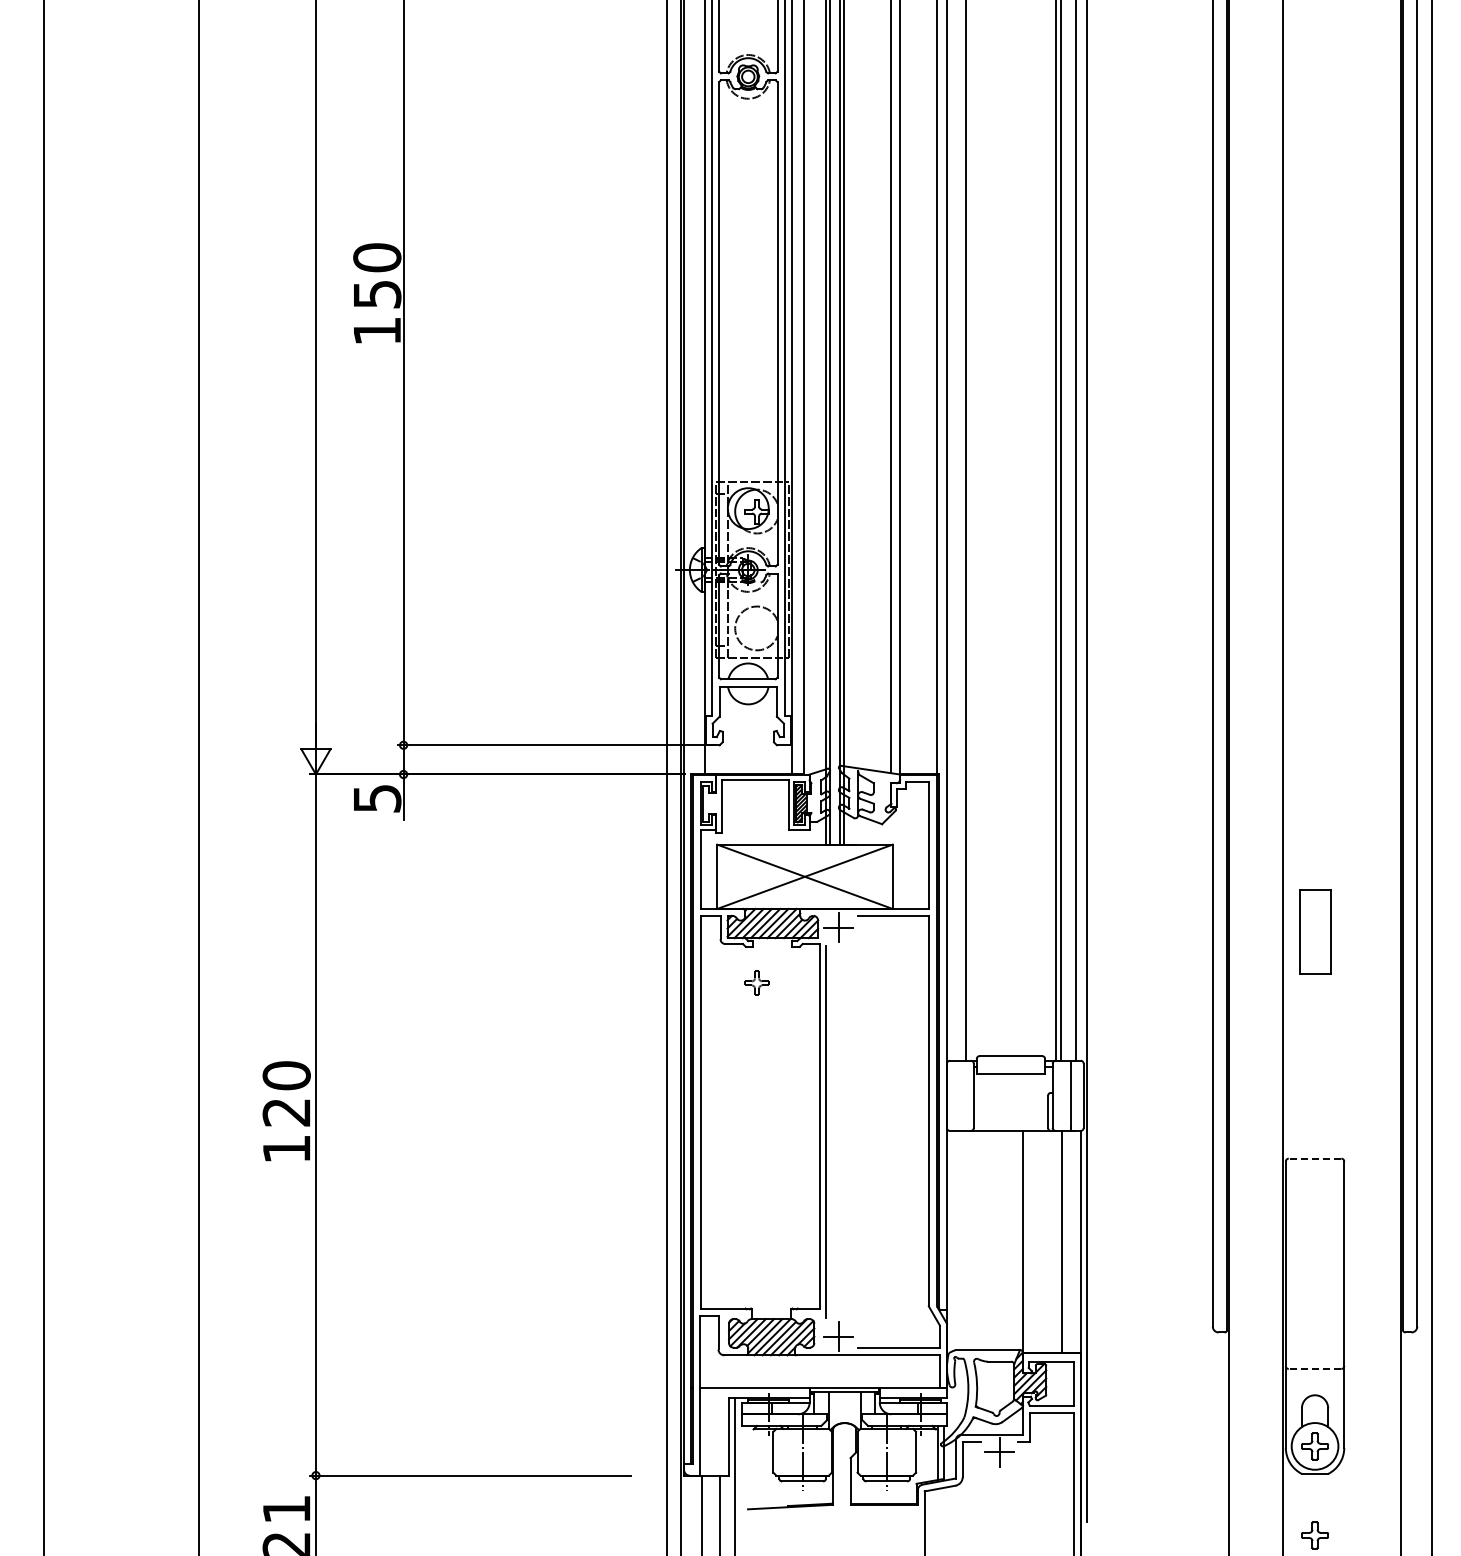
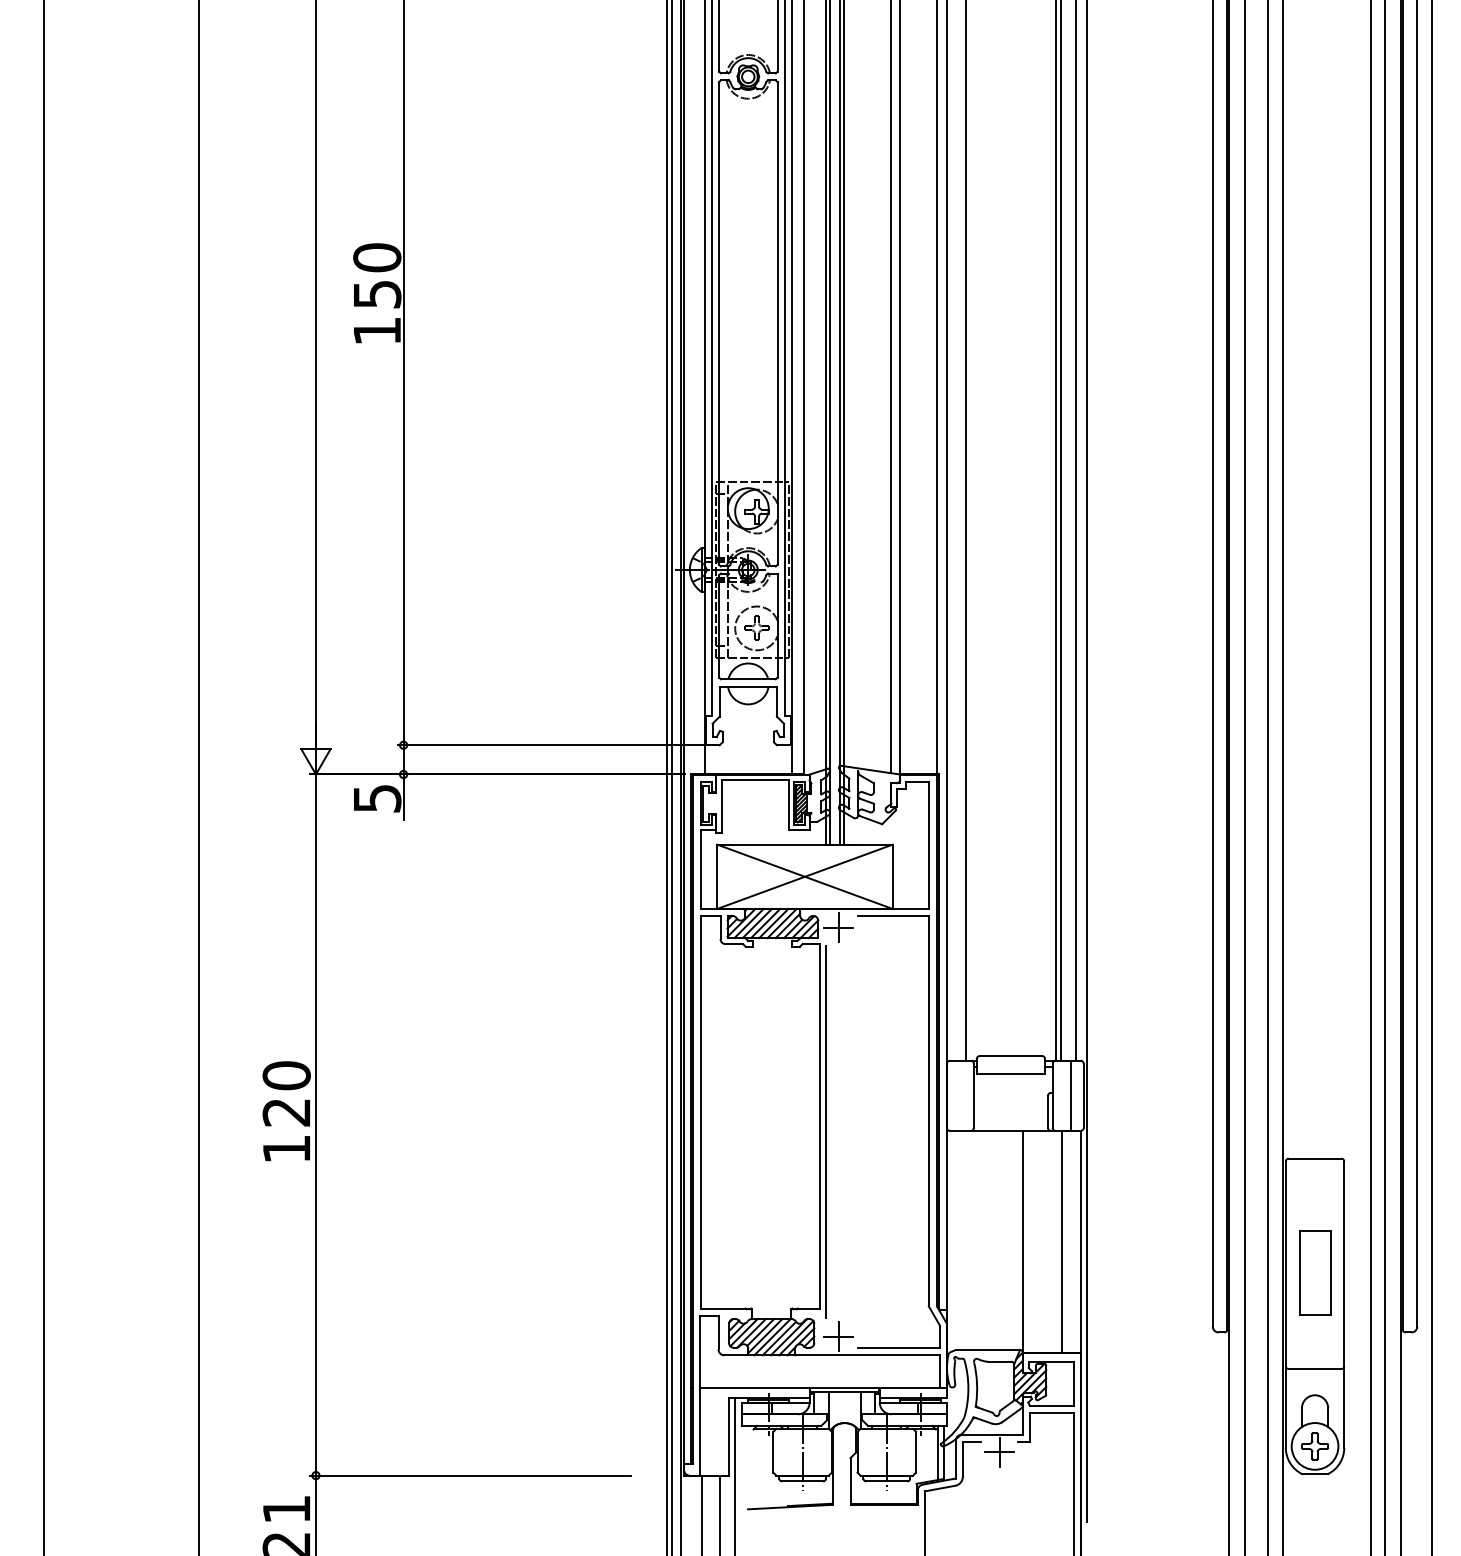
line at (672, 777): none -> present
line at (1244, 777): none -> present
line at (1268, 777): none -> present
line at (1370, 777): none -> present
line at (1385, 777): none -> present
part at (1315, 931) position: (1315, 931) -> (1315, 1272)
part at (756, 982) position: (756, 982) -> (756, 627)
line at (1314, 1158): dashed -> solid
line at (1314, 1368): dashed -> solid
part at (1314, 1535): present -> none
